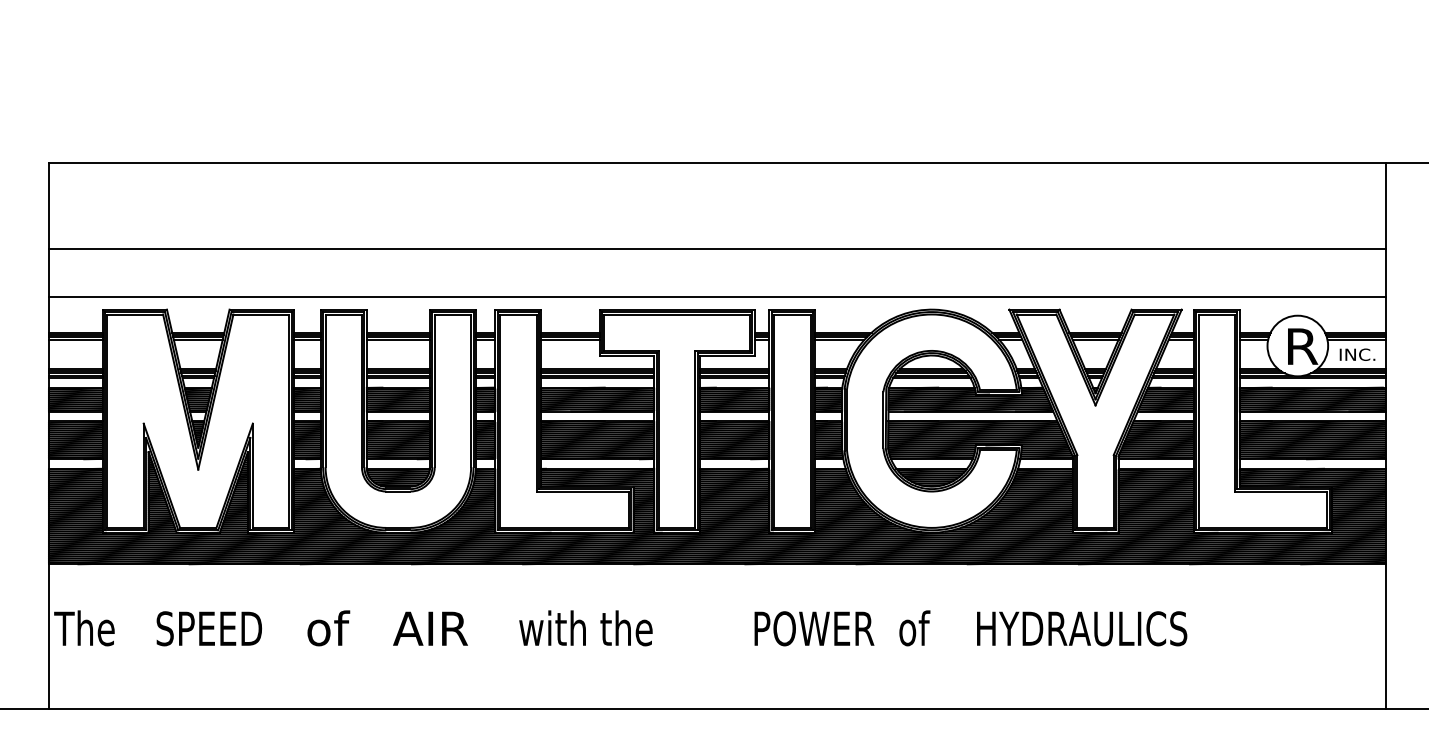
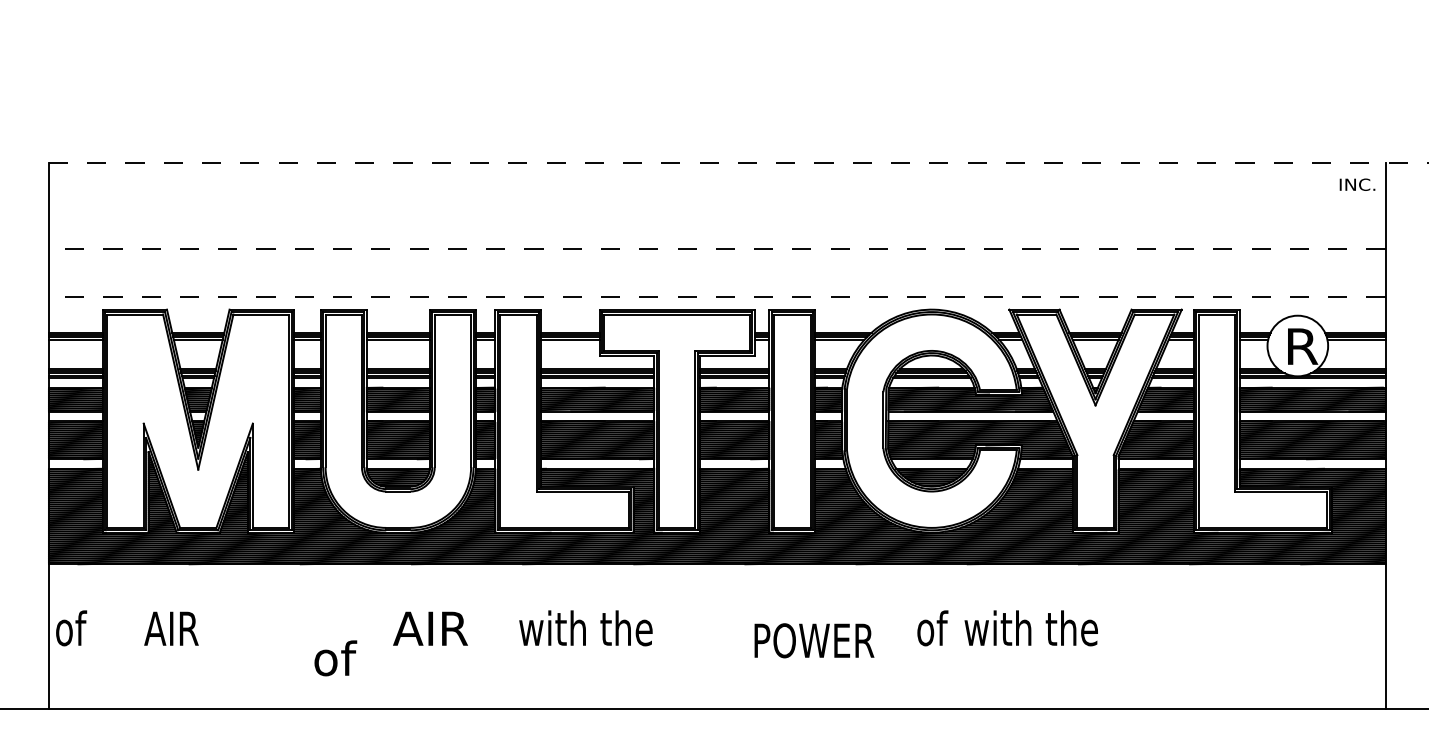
line at (738, 163): solid -> dashed
line at (716, 249): solid -> dashed
line at (716, 296): solid -> dashed
text at (1357, 354) position: (1357, 354) -> (1357, 184)
text at (84, 628): The -> of
text at (203, 628): SPEED -> AIR
text at (328, 628) position: (328, 628) -> (335, 658)
text at (814, 628) position: (814, 628) -> (814, 640)
text at (914, 628) position: (914, 628) -> (932, 628)
text at (1075, 628): HYDRAULICS -> with the
